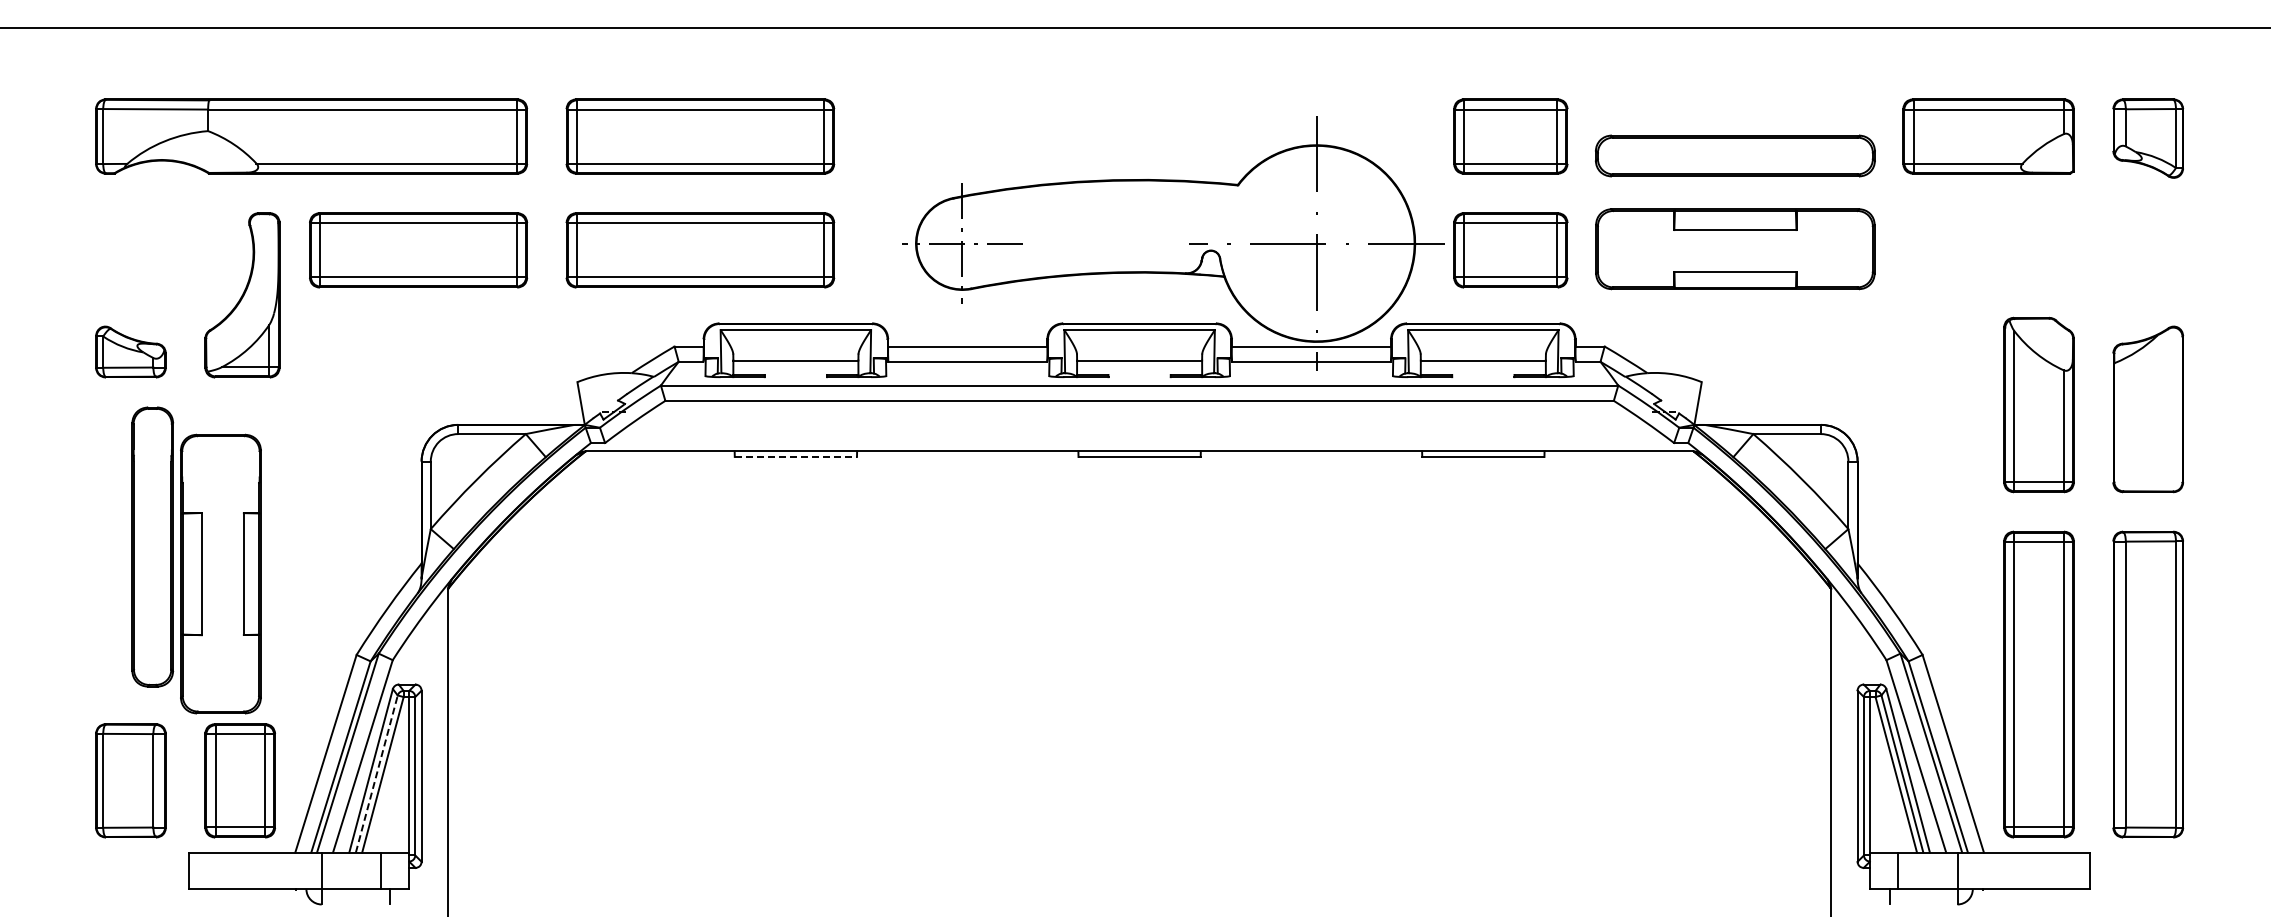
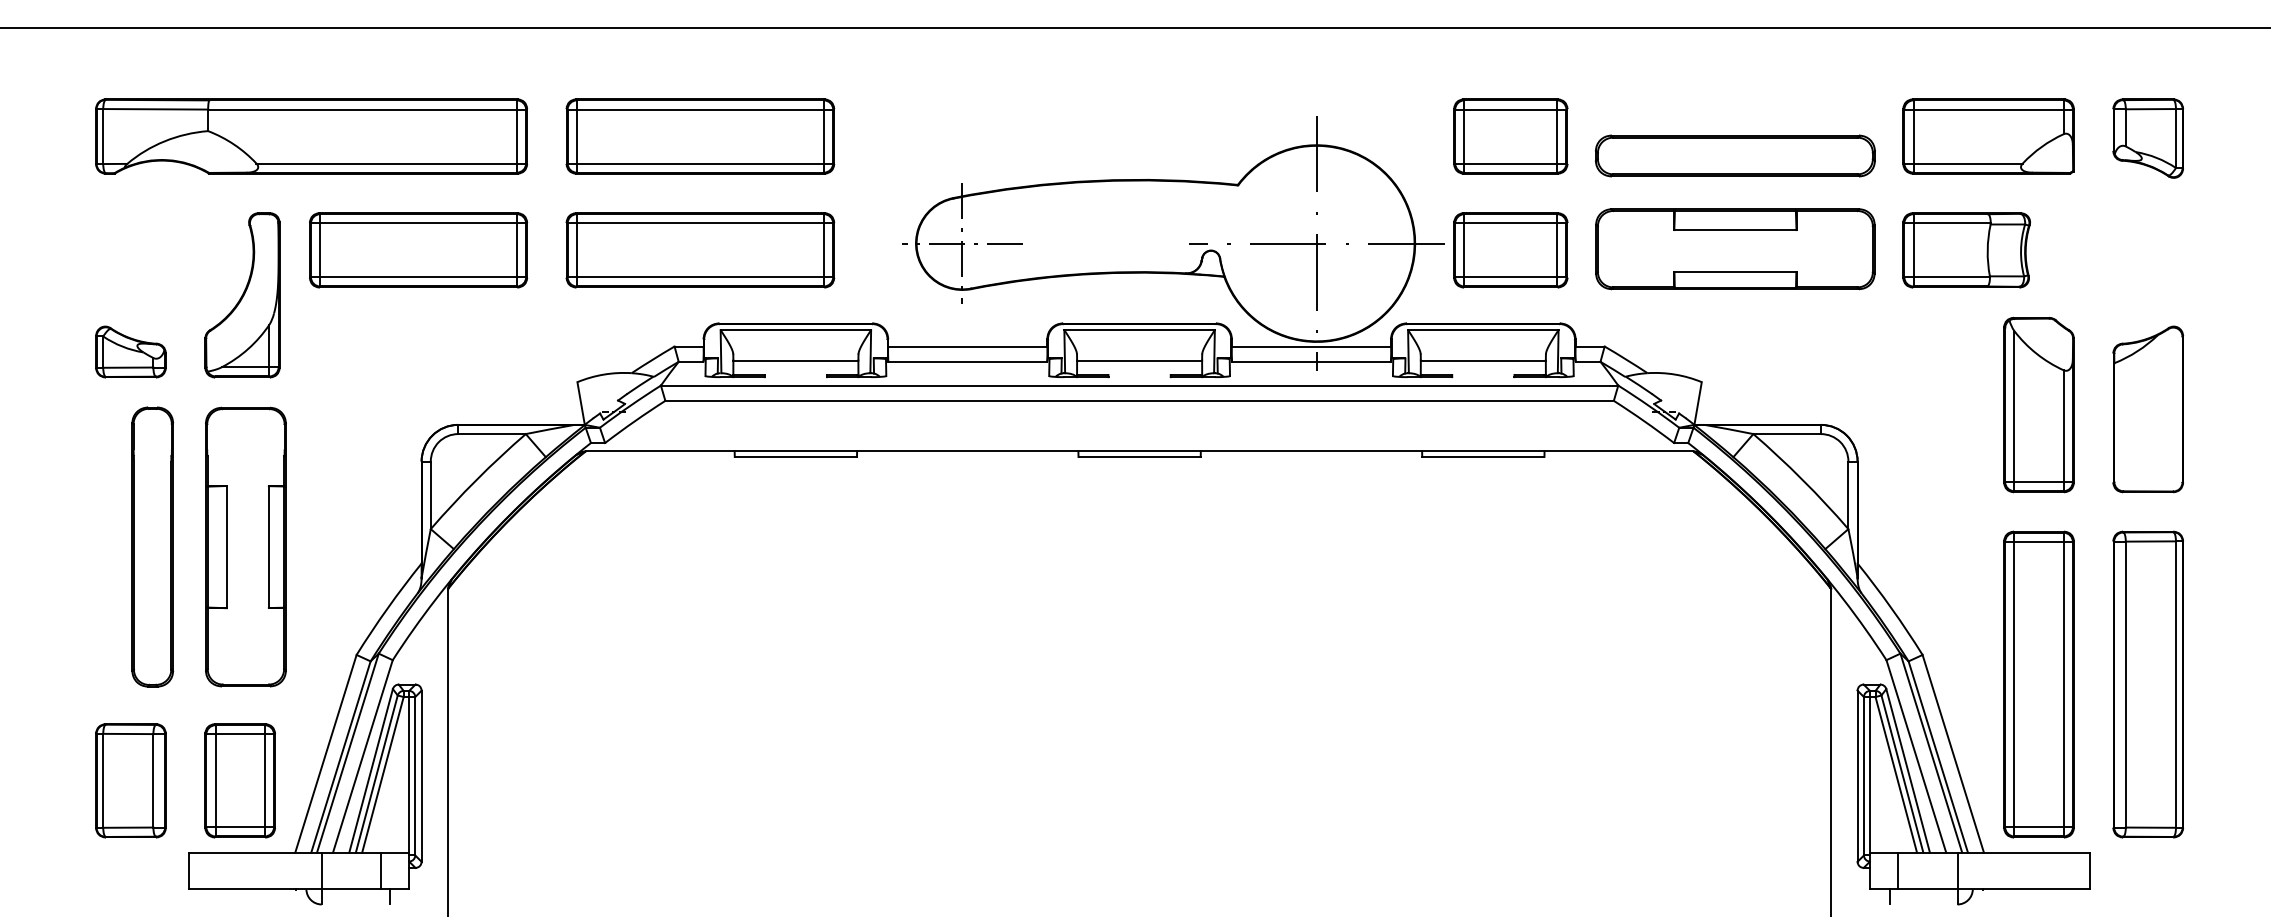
part at (1966, 250): none -> present
line at (796, 456): dashed -> solid
part at (220, 573) position: (220, 573) -> (245, 546)
line at (376, 773): dashed -> solid
